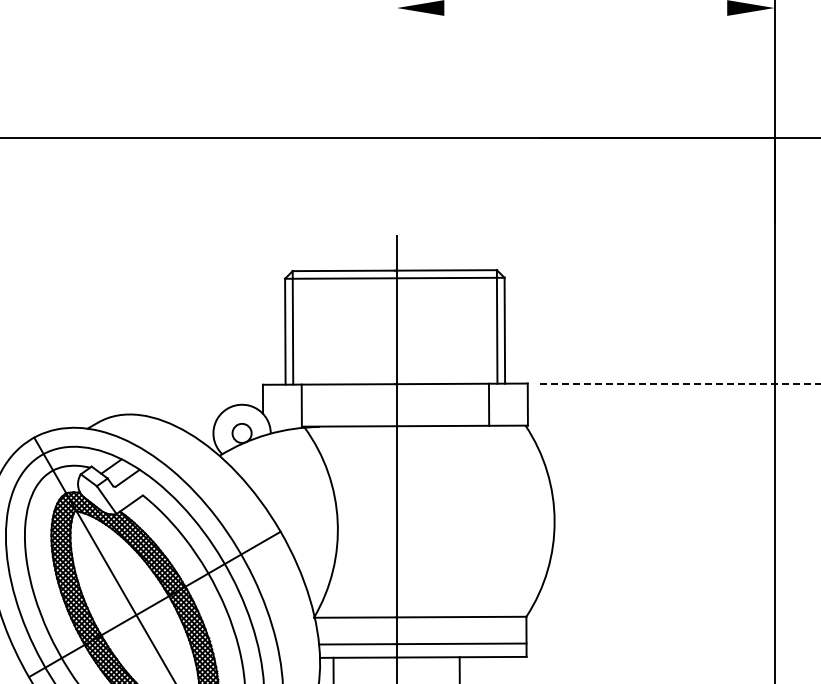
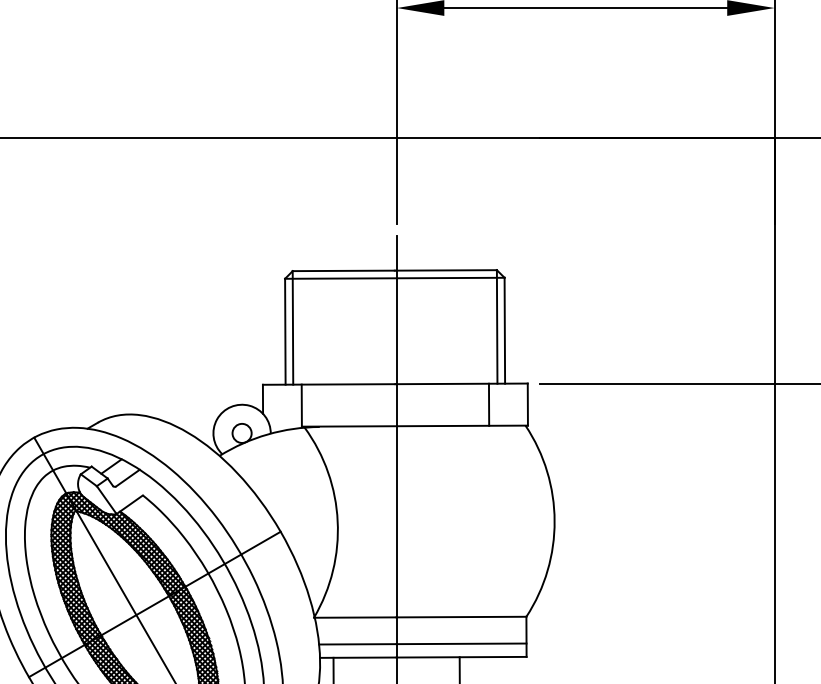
line at (585, 8): none -> present
line at (396, 113): none -> present
line at (680, 383): dashed -> solid
